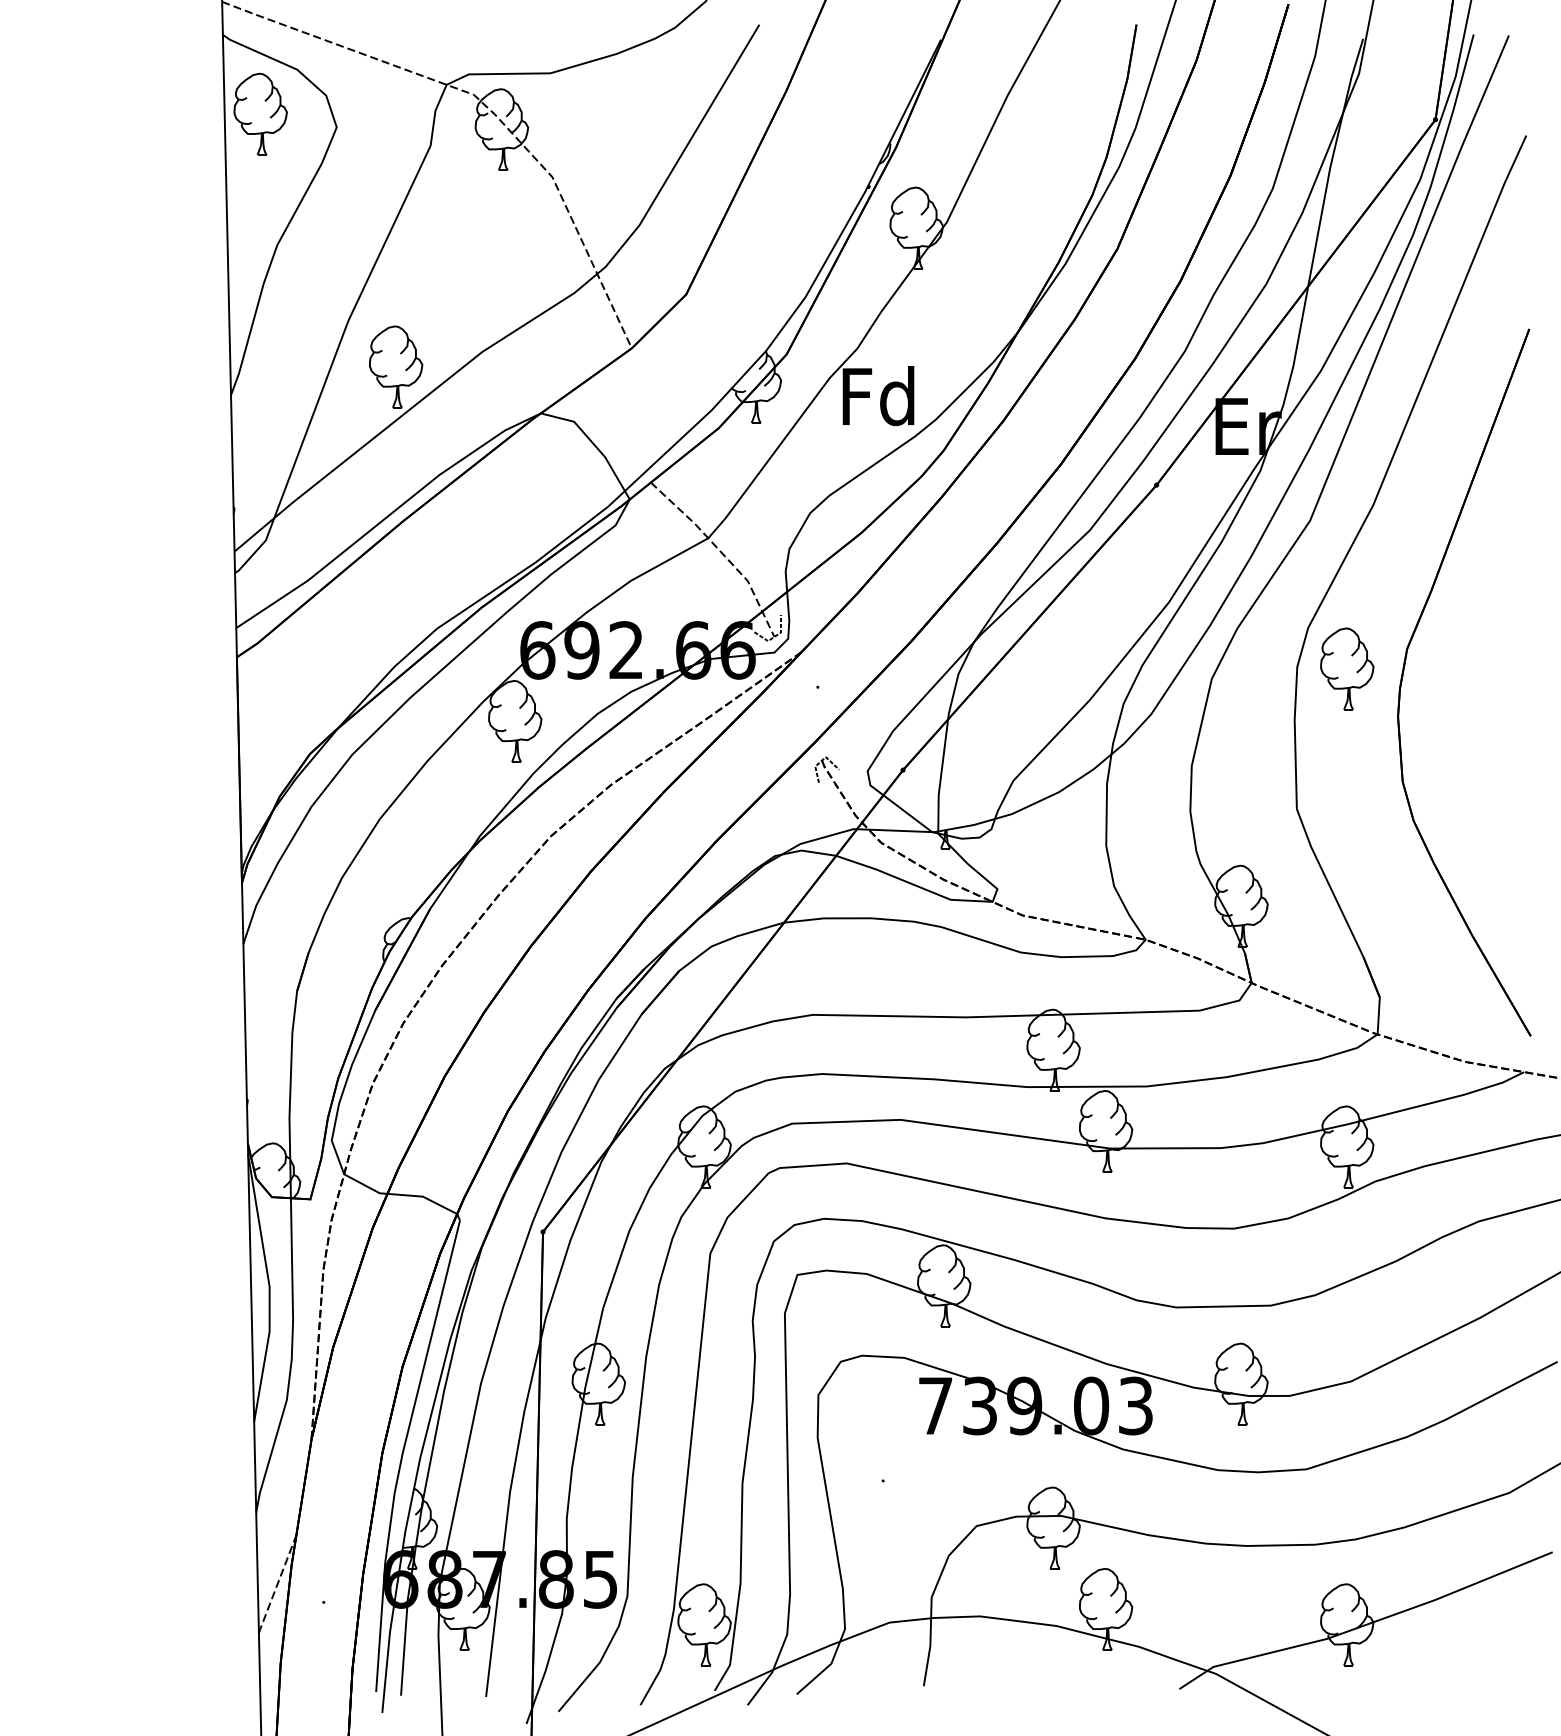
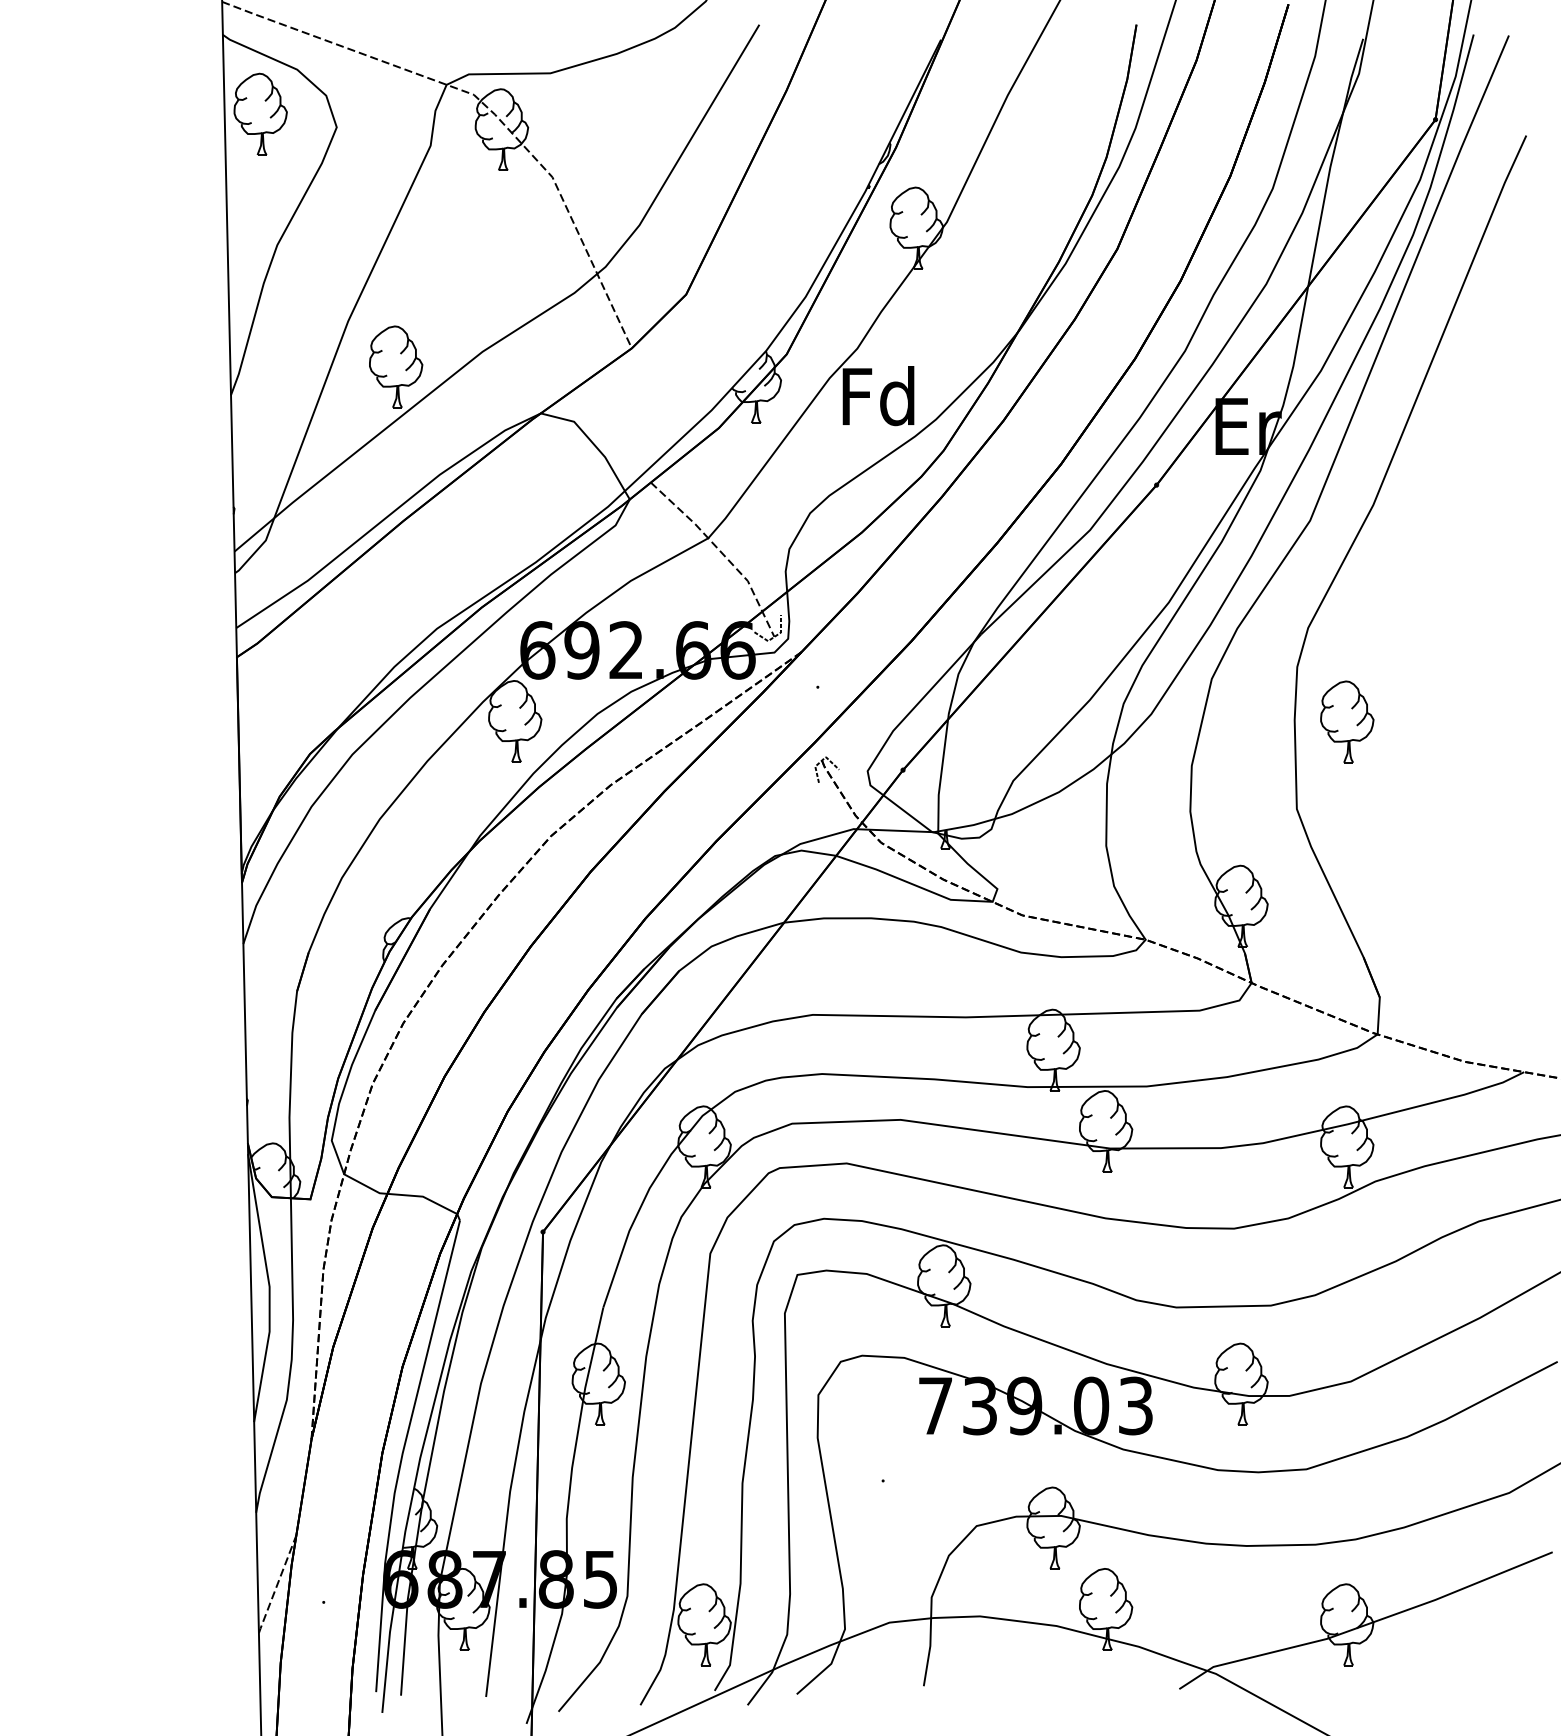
part at (1347, 668) position: (1347, 668) -> (1347, 721)
part at (1404, 671): present -> none
